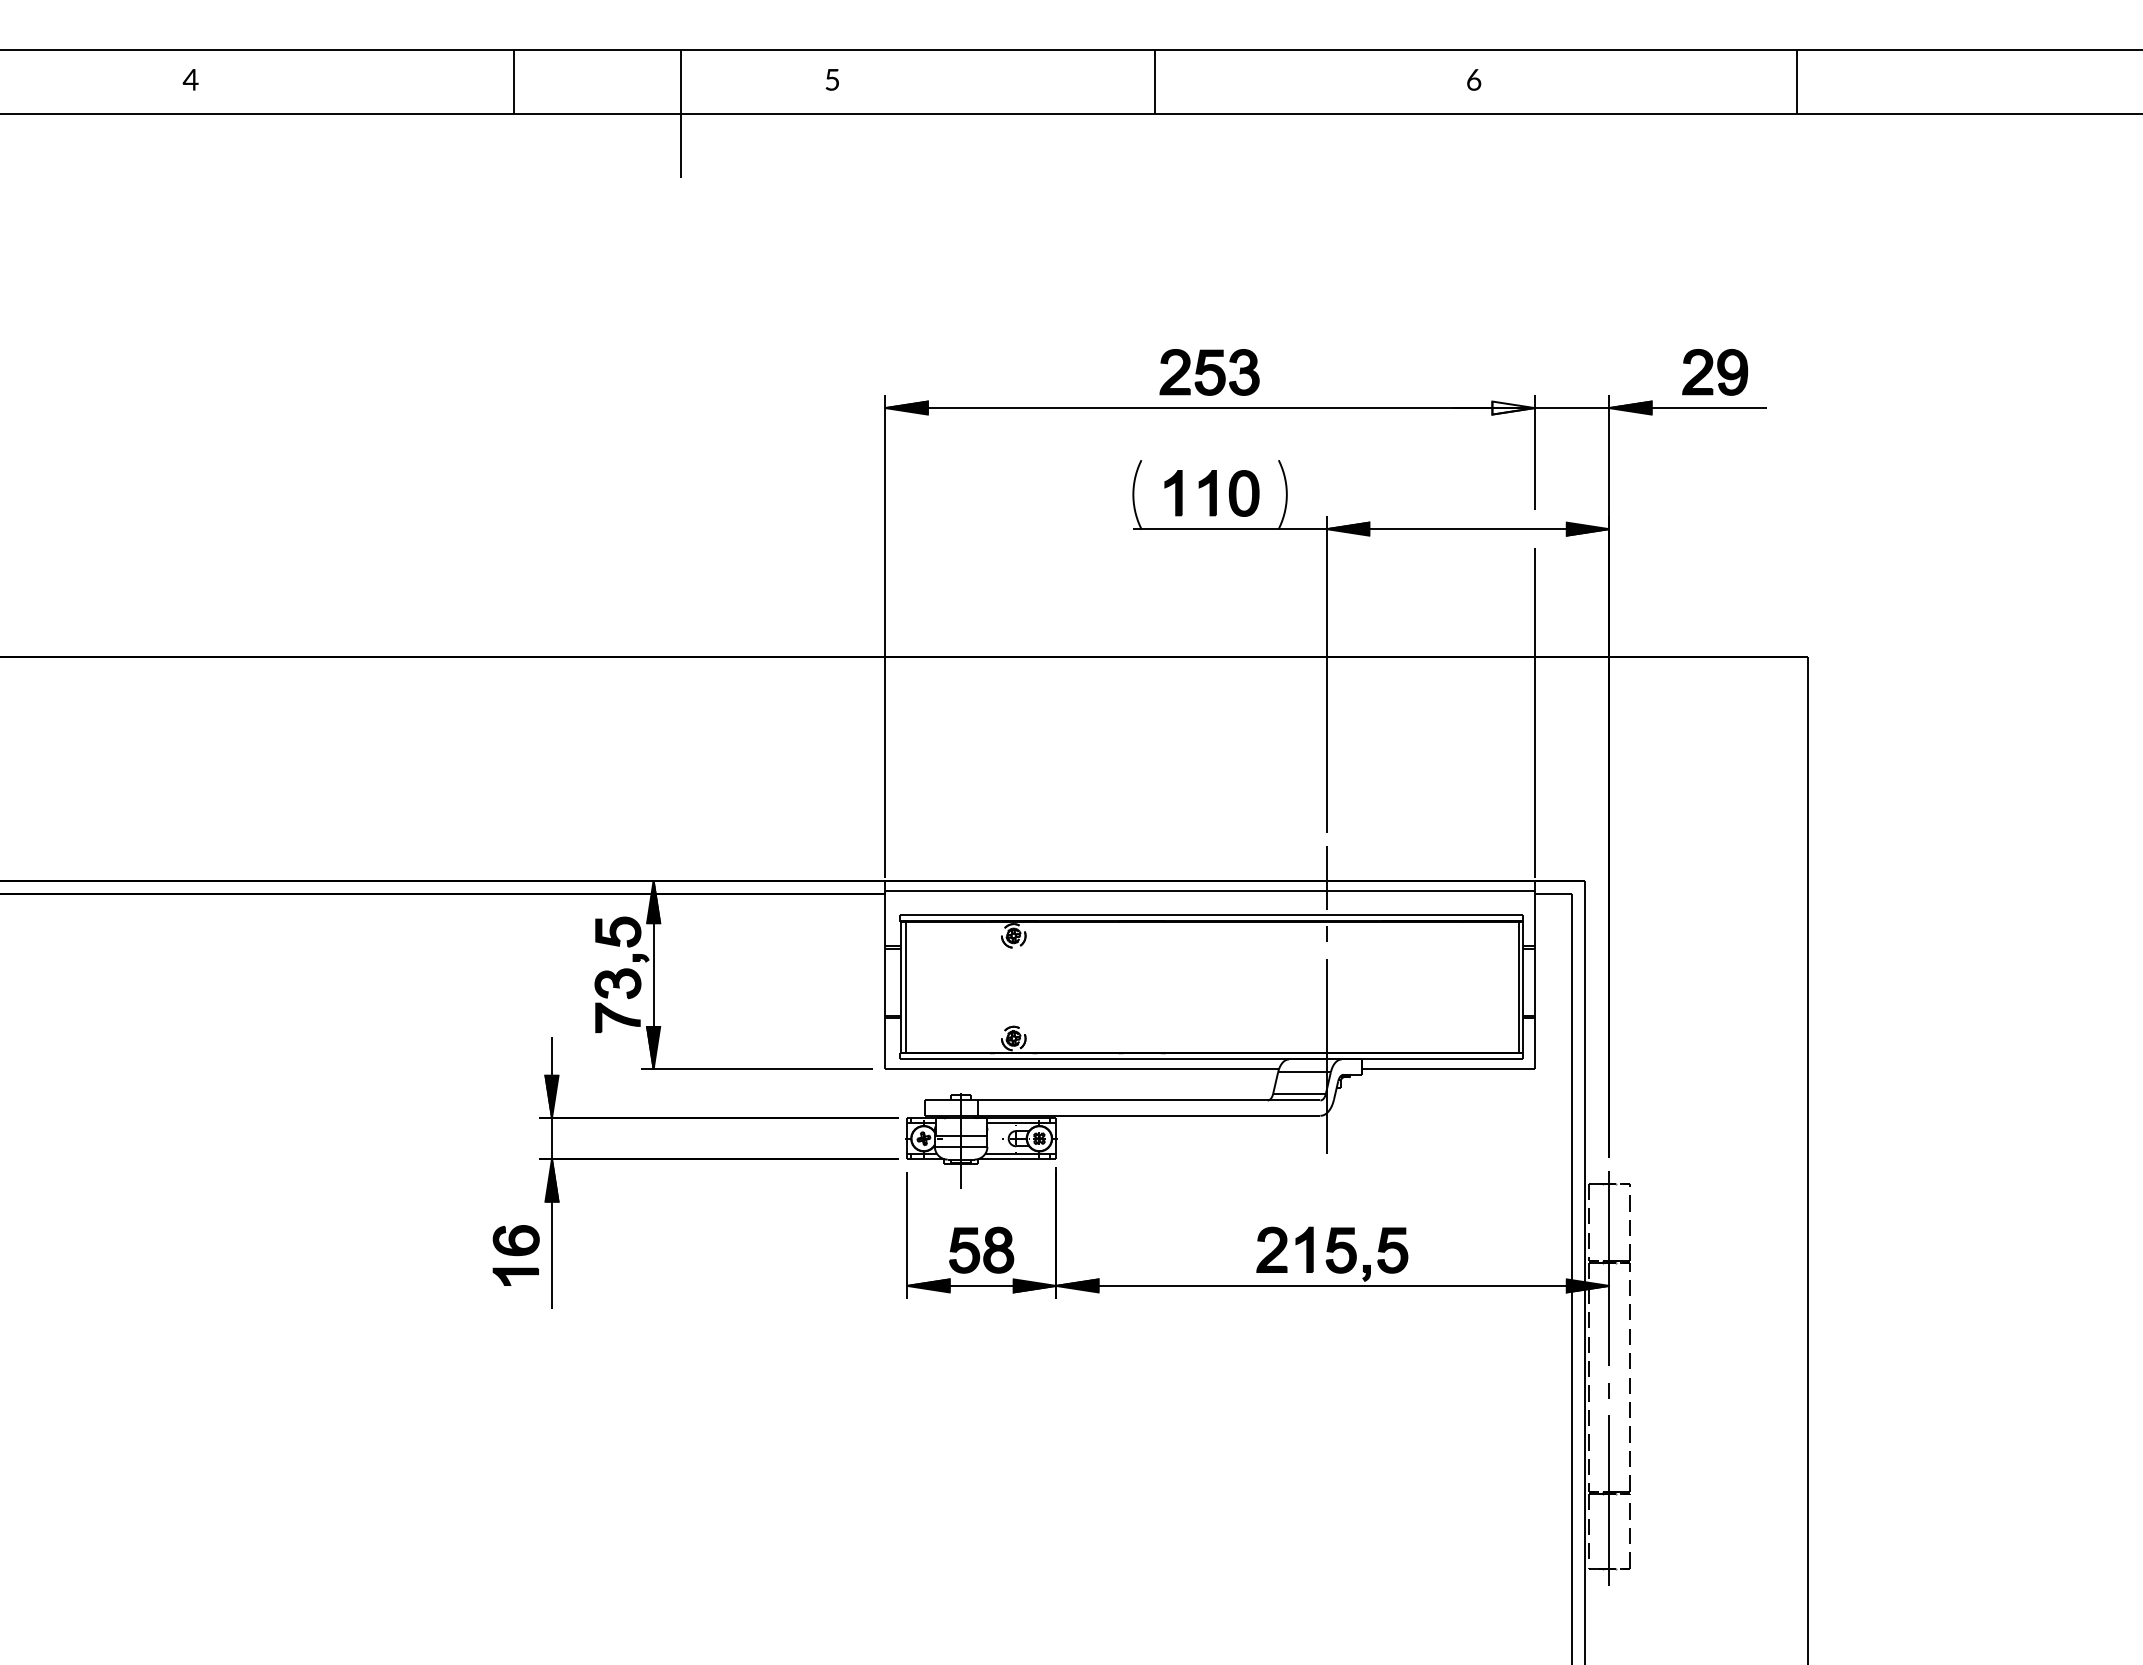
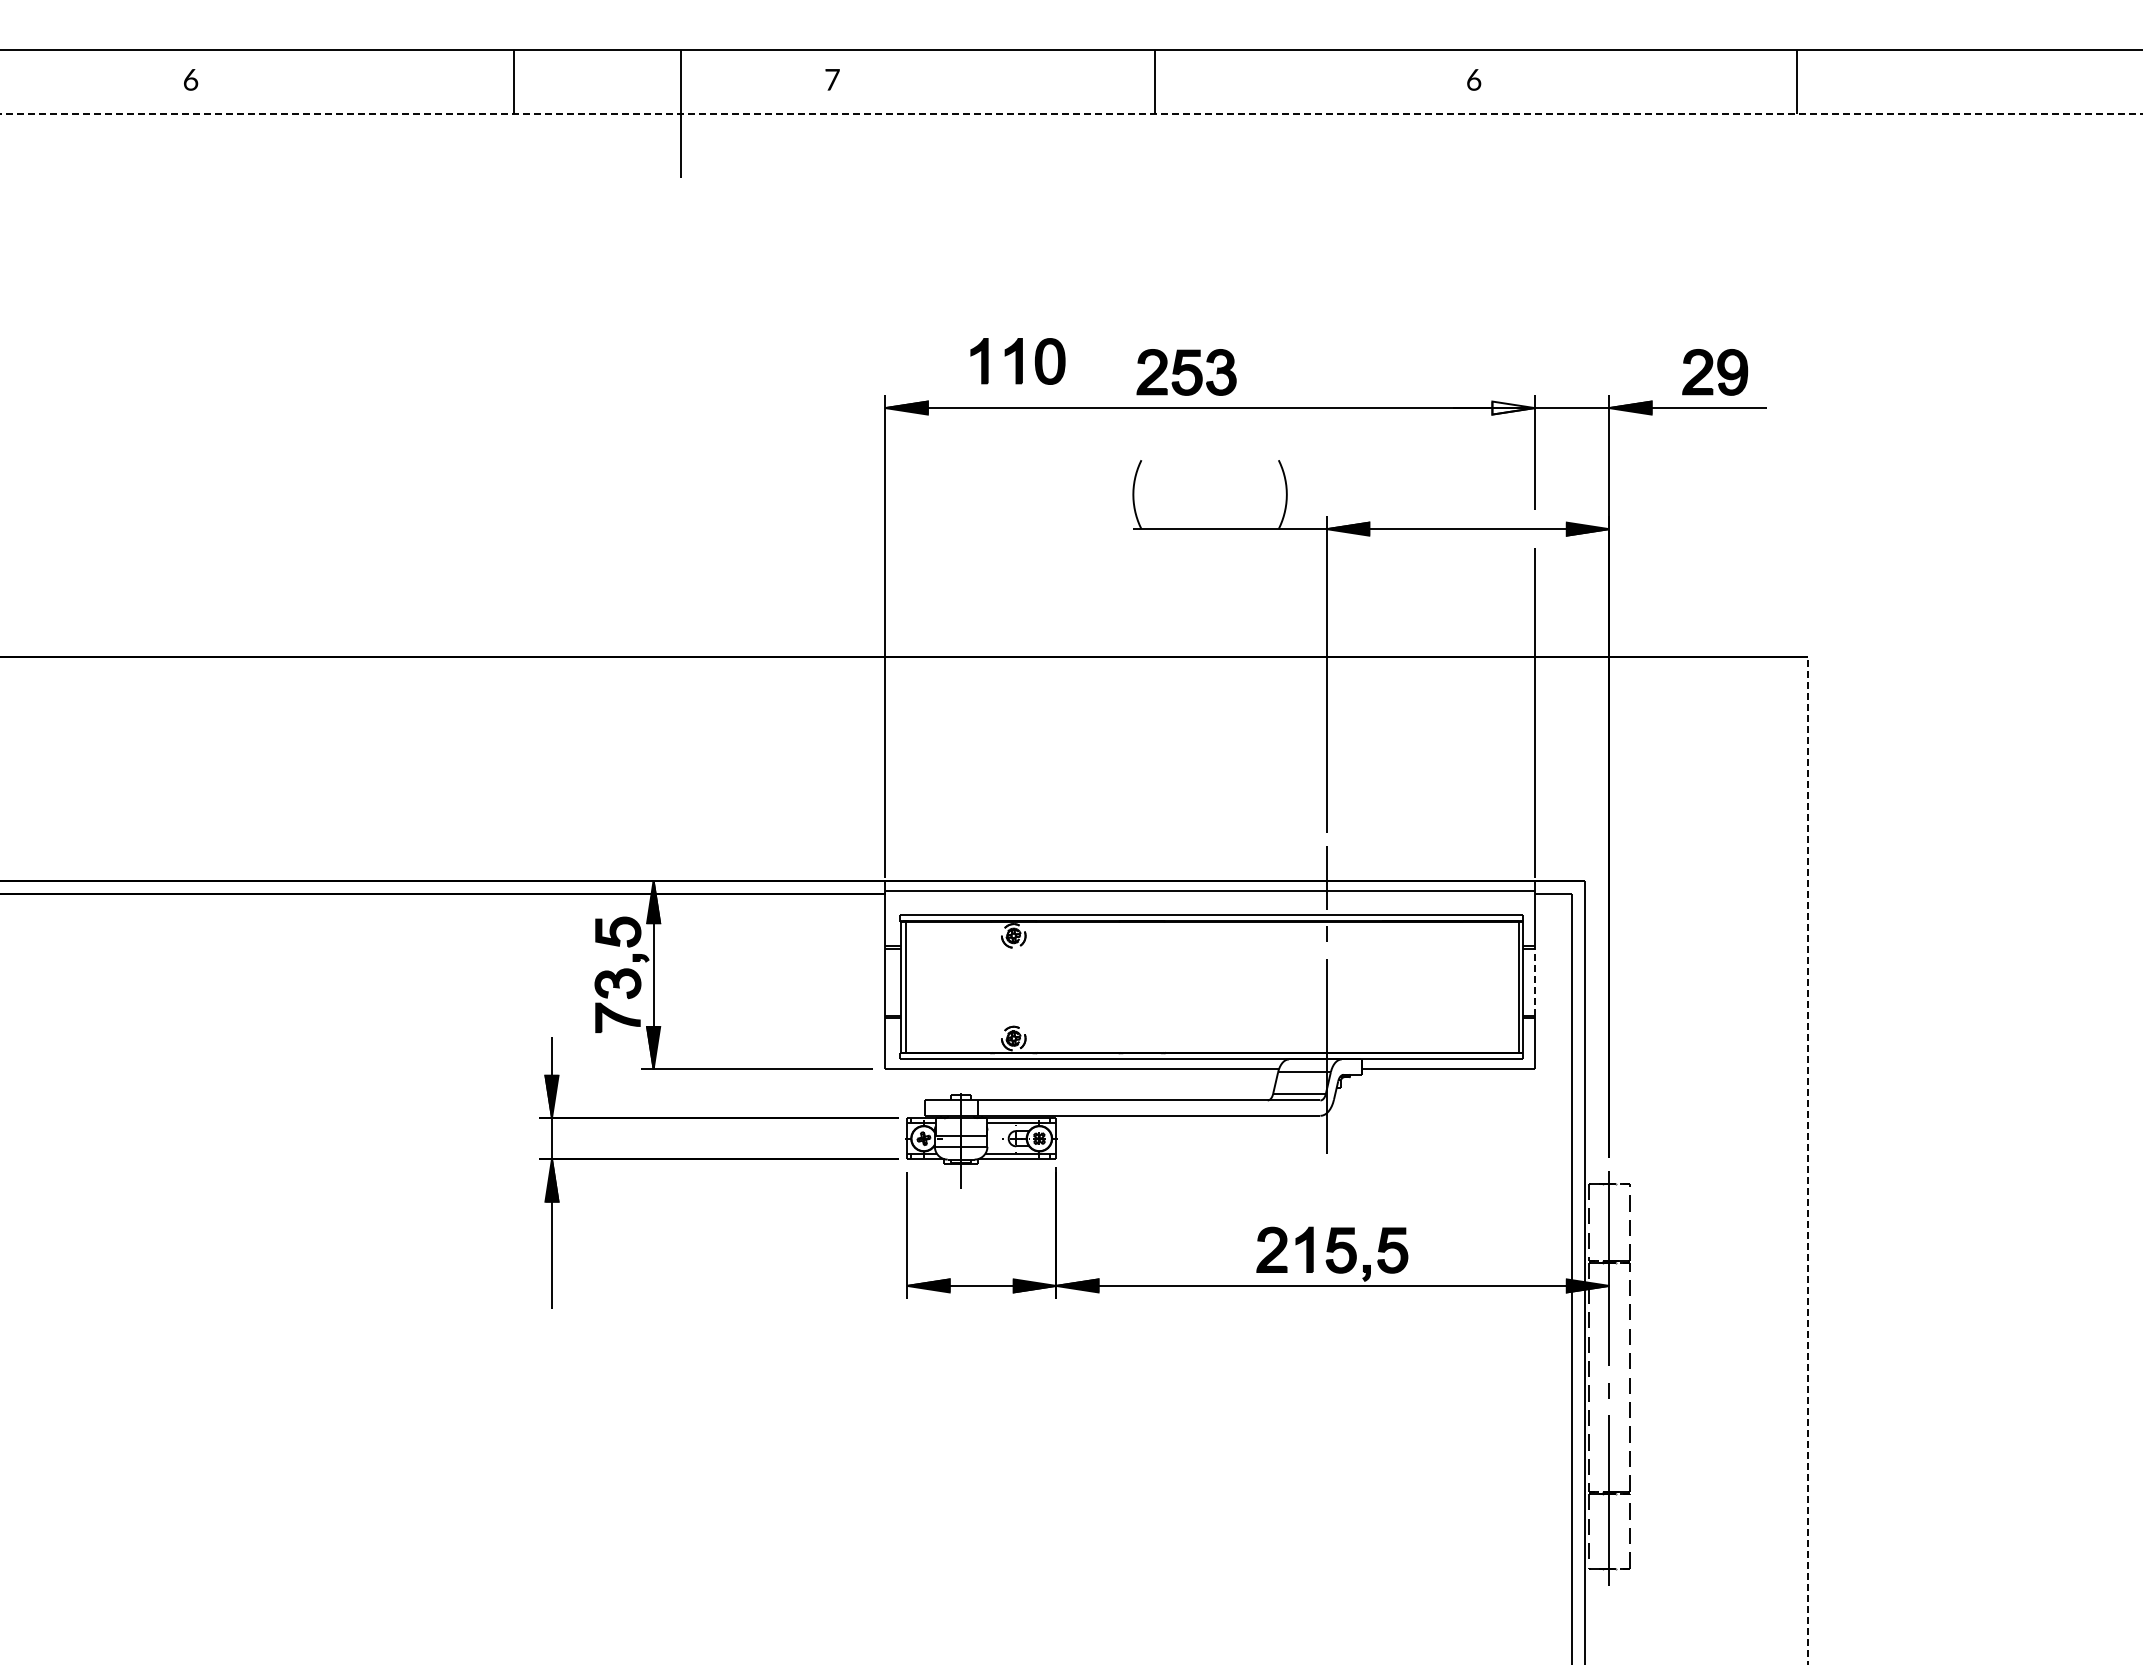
text at (190, 79): 4 -> 6
text at (832, 79): 5 -> 7
line at (1070, 113): solid -> dashed
part at (1209, 372) position: (1209, 372) -> (1186, 372)
part at (1211, 493) position: (1211, 493) -> (1017, 361)
line at (1534, 981): solid -> dashed
line at (1808, 1160): solid -> dashed
part at (981, 1249): present -> none
part at (515, 1255): present -> none
